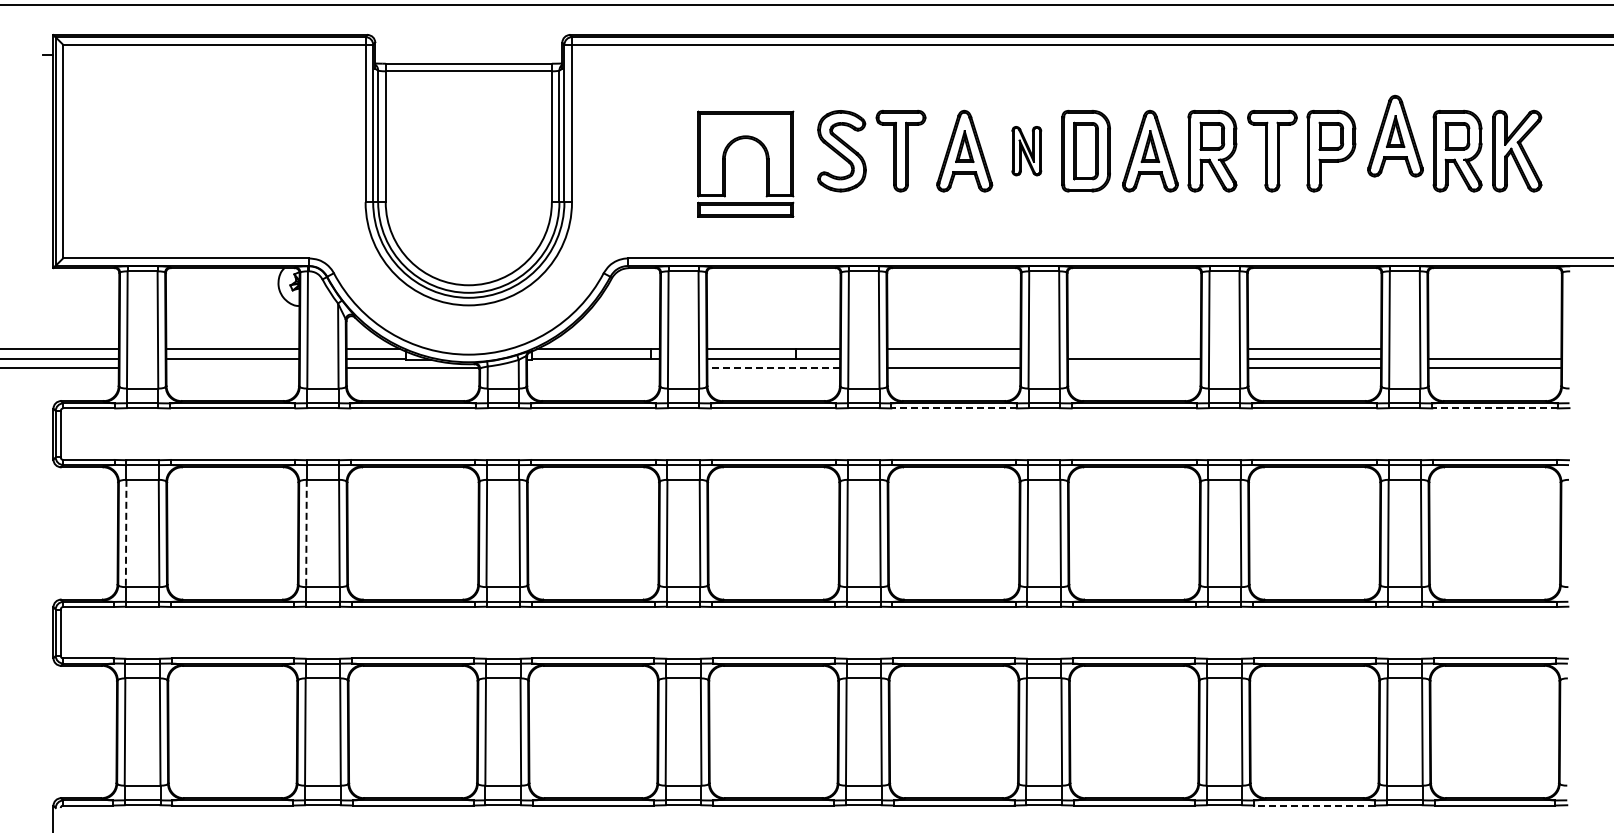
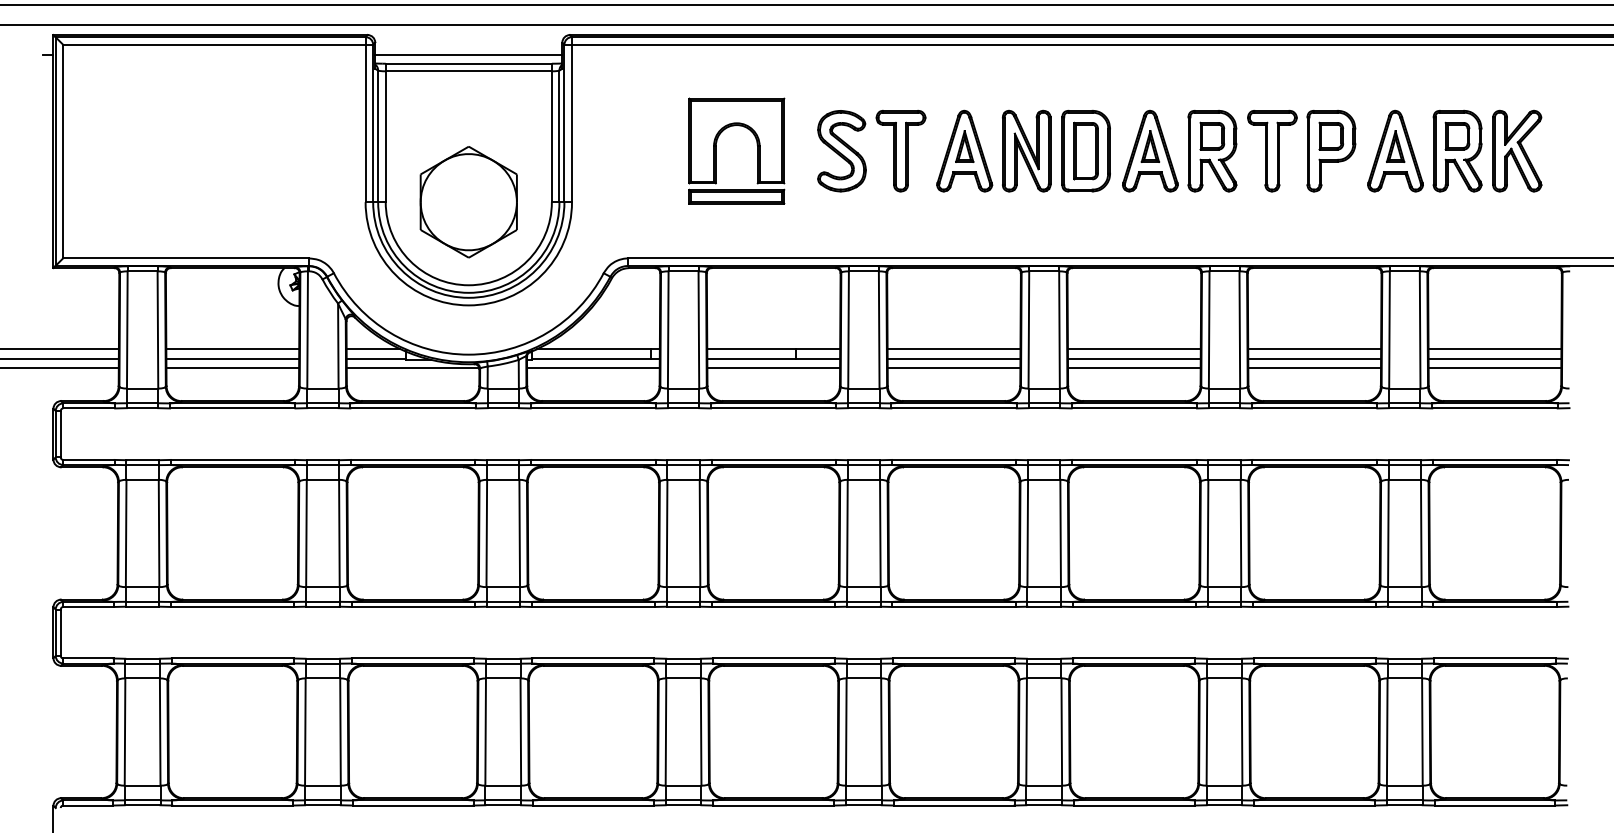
line at (806, 24): none -> present
line at (468, 55): none -> present
part at (1395, 135) position: (1395, 135) -> (1395, 150)
part at (1026, 151) size: 32x51 px -> 50x84 px
part at (725, 163) position: (725, 163) -> (716, 150)
part at (468, 202): none -> present
line at (1133, 349): none -> present
line at (1494, 349): none -> present
line at (953, 359): none -> present
line at (232, 368): none -> present
line at (593, 368): none -> present
line at (773, 368): dashed -> solid
line at (1134, 368): none -> present
line at (954, 408): dashed -> solid
line at (1494, 408): dashed -> solid
line at (126, 533): dashed -> solid
line at (306, 533): dashed -> solid
line at (1314, 805): dashed -> solid
